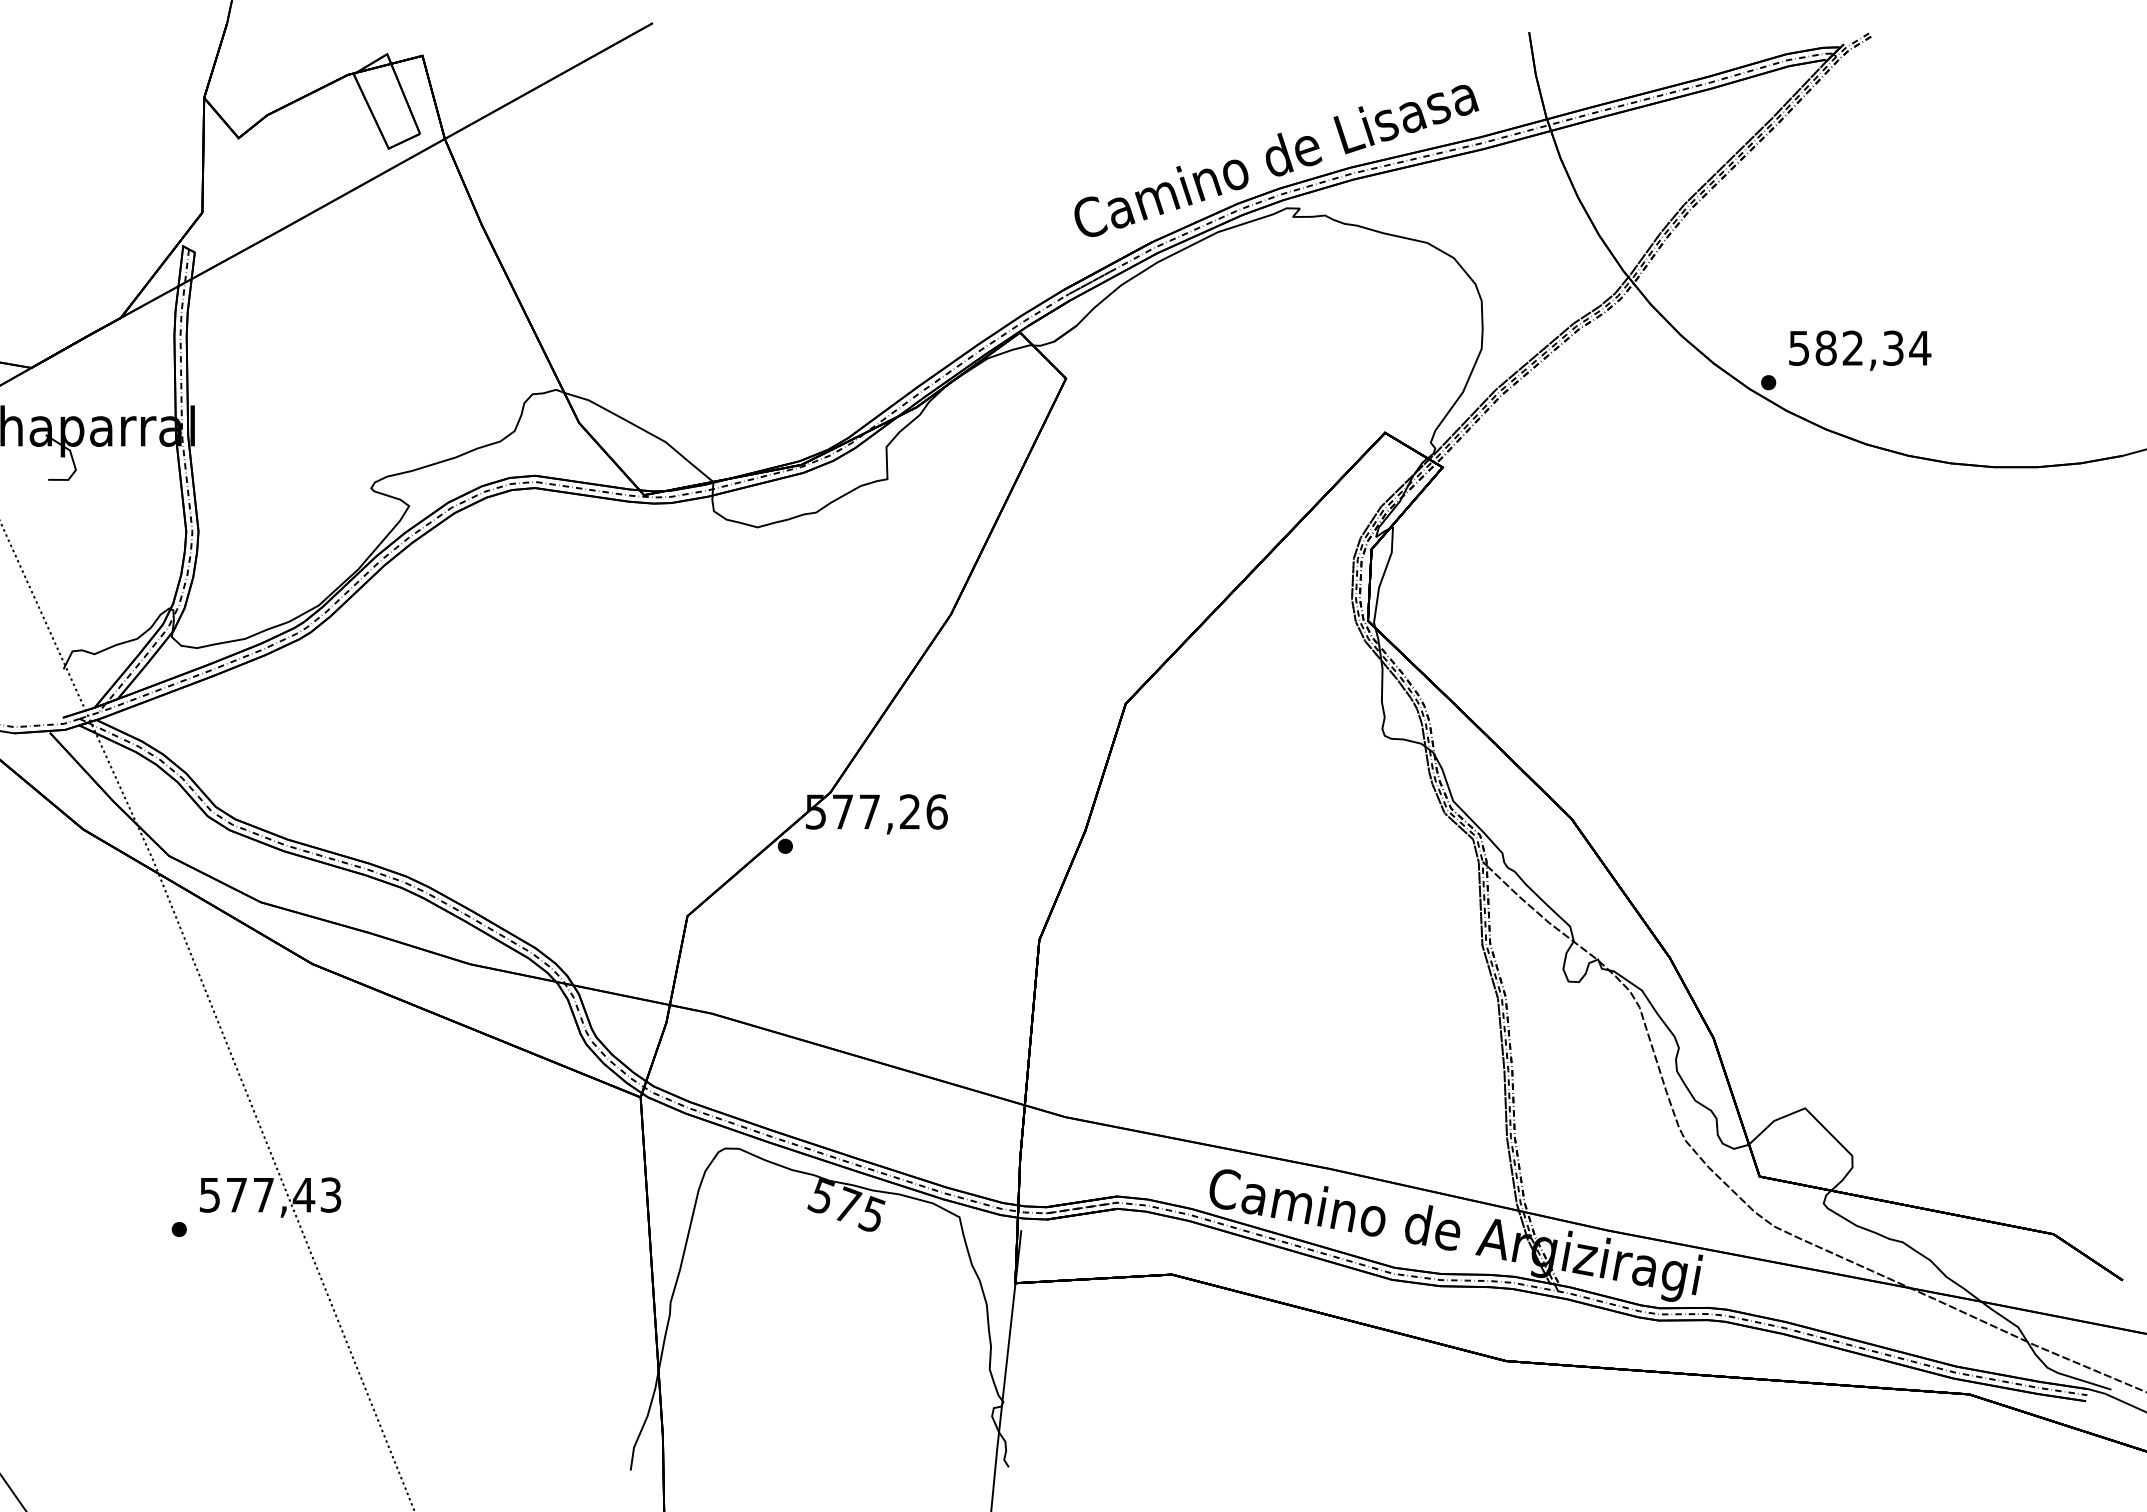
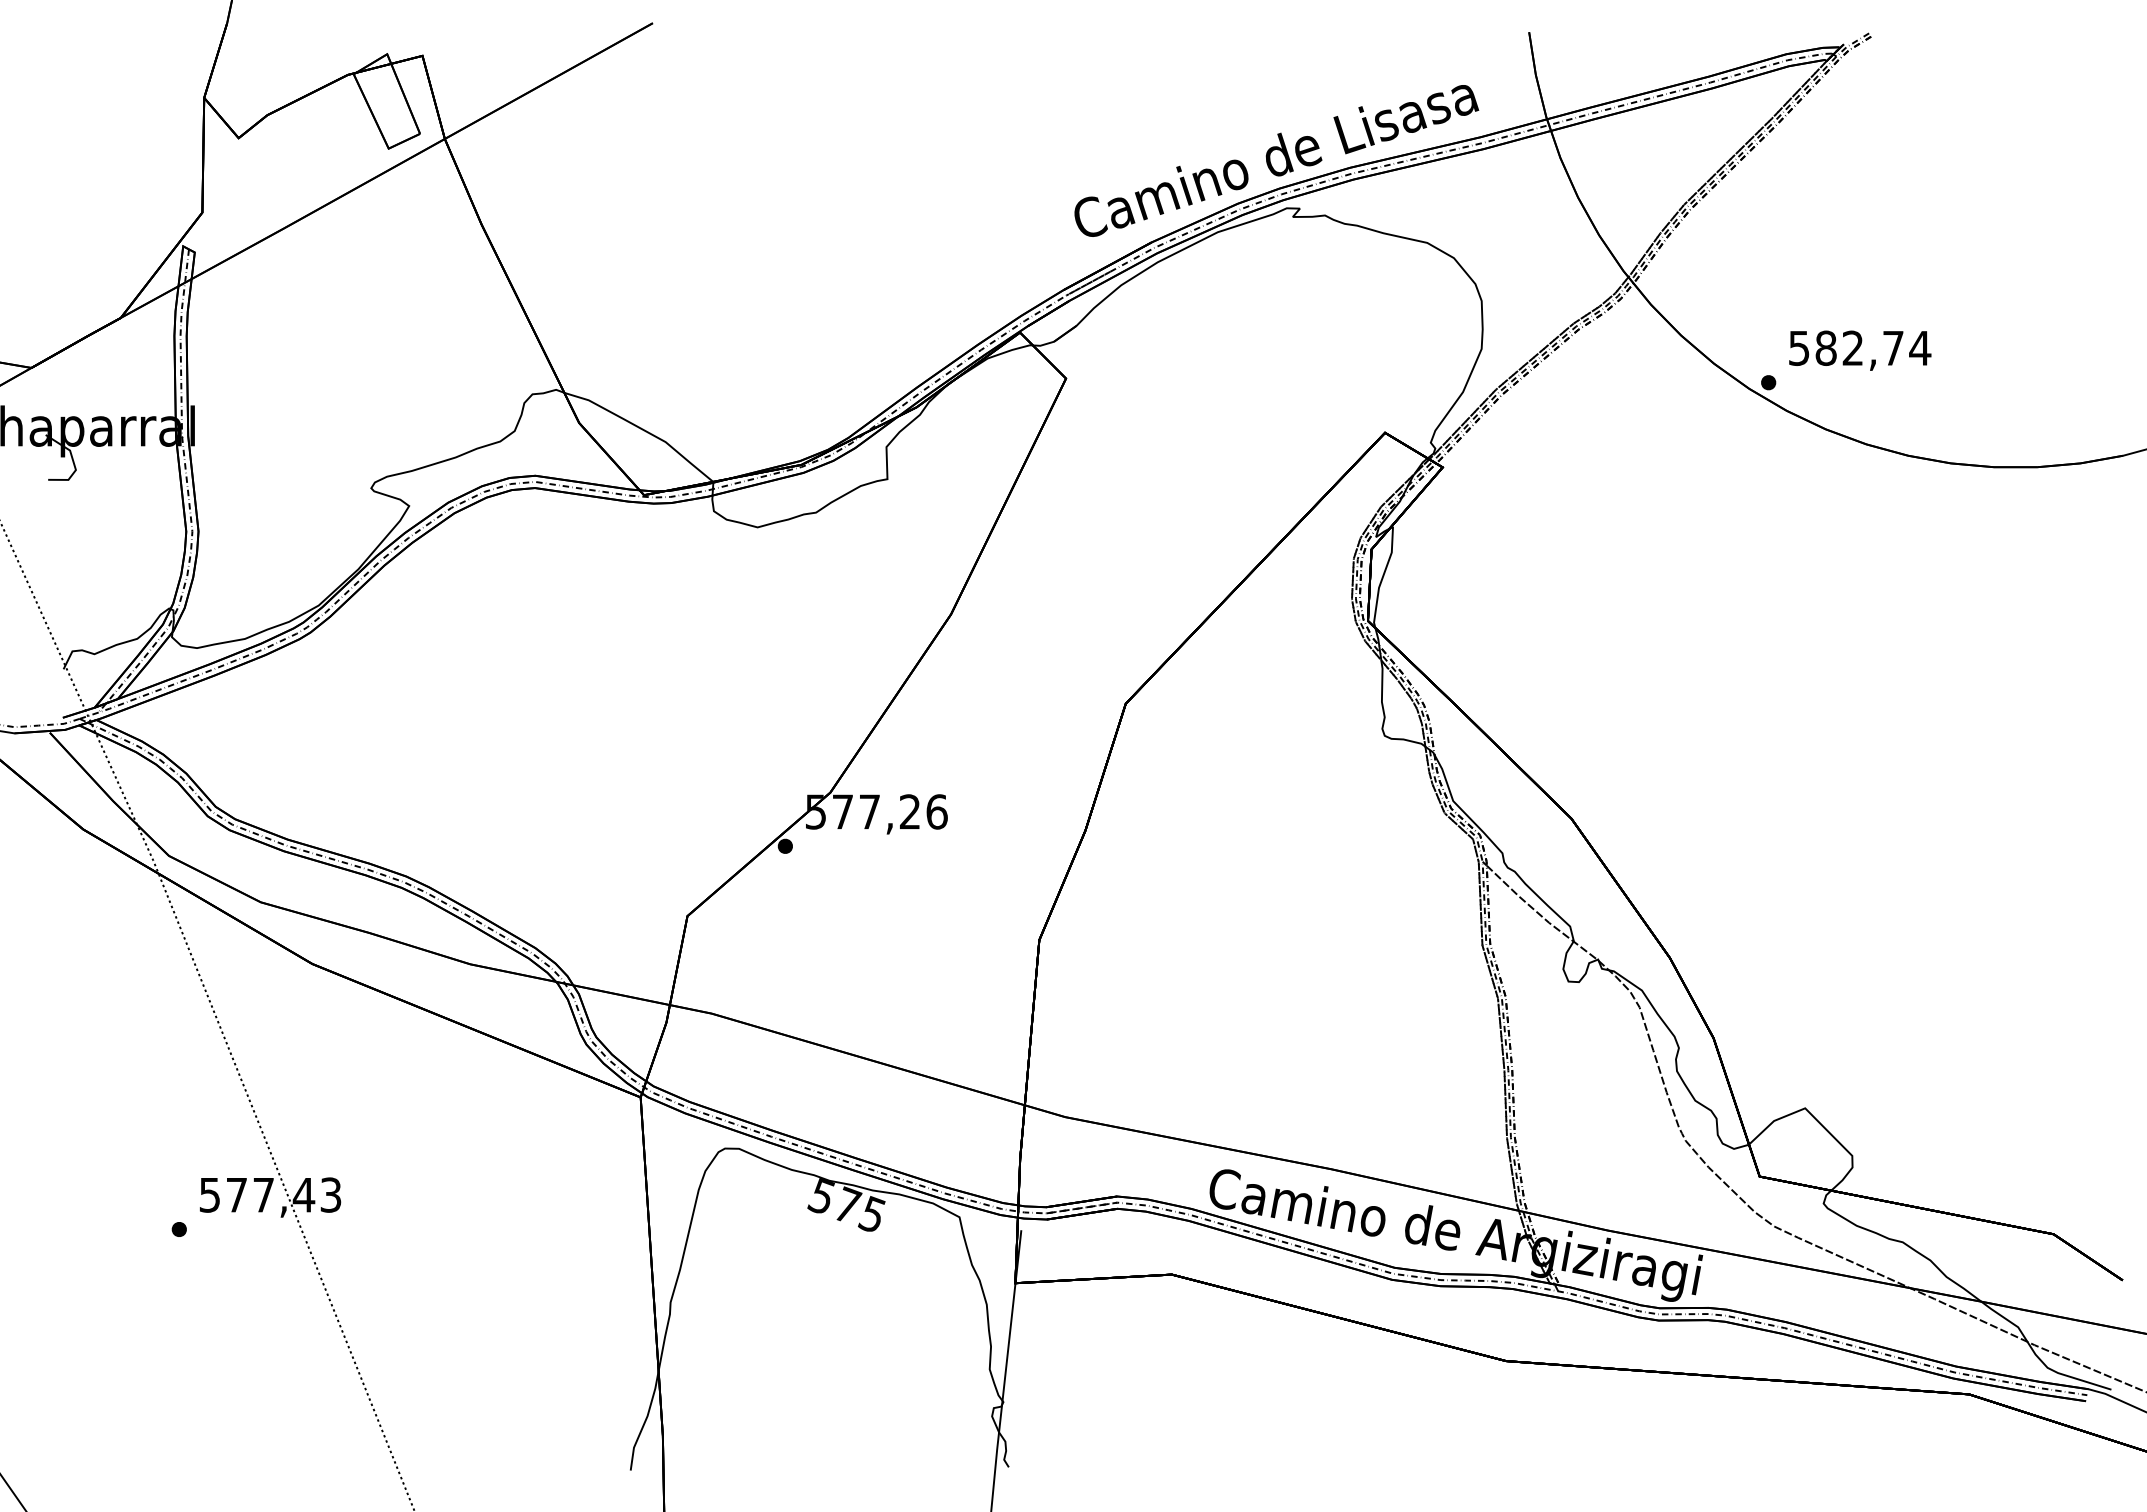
text at (1893, 348): 582,34 -> 582,74
